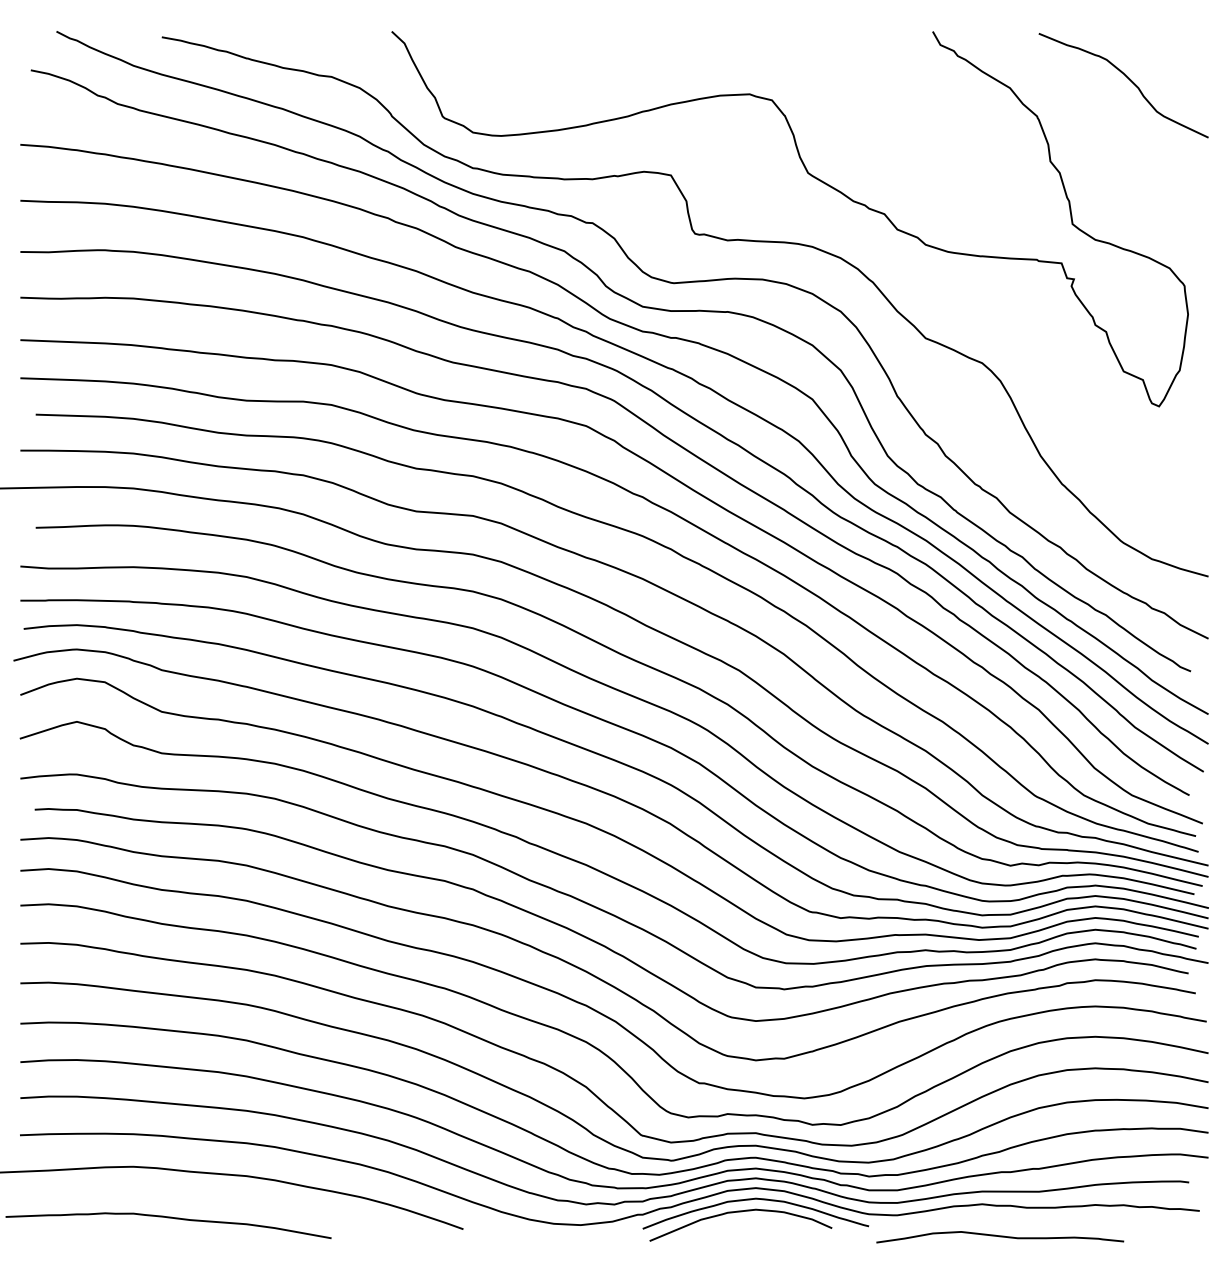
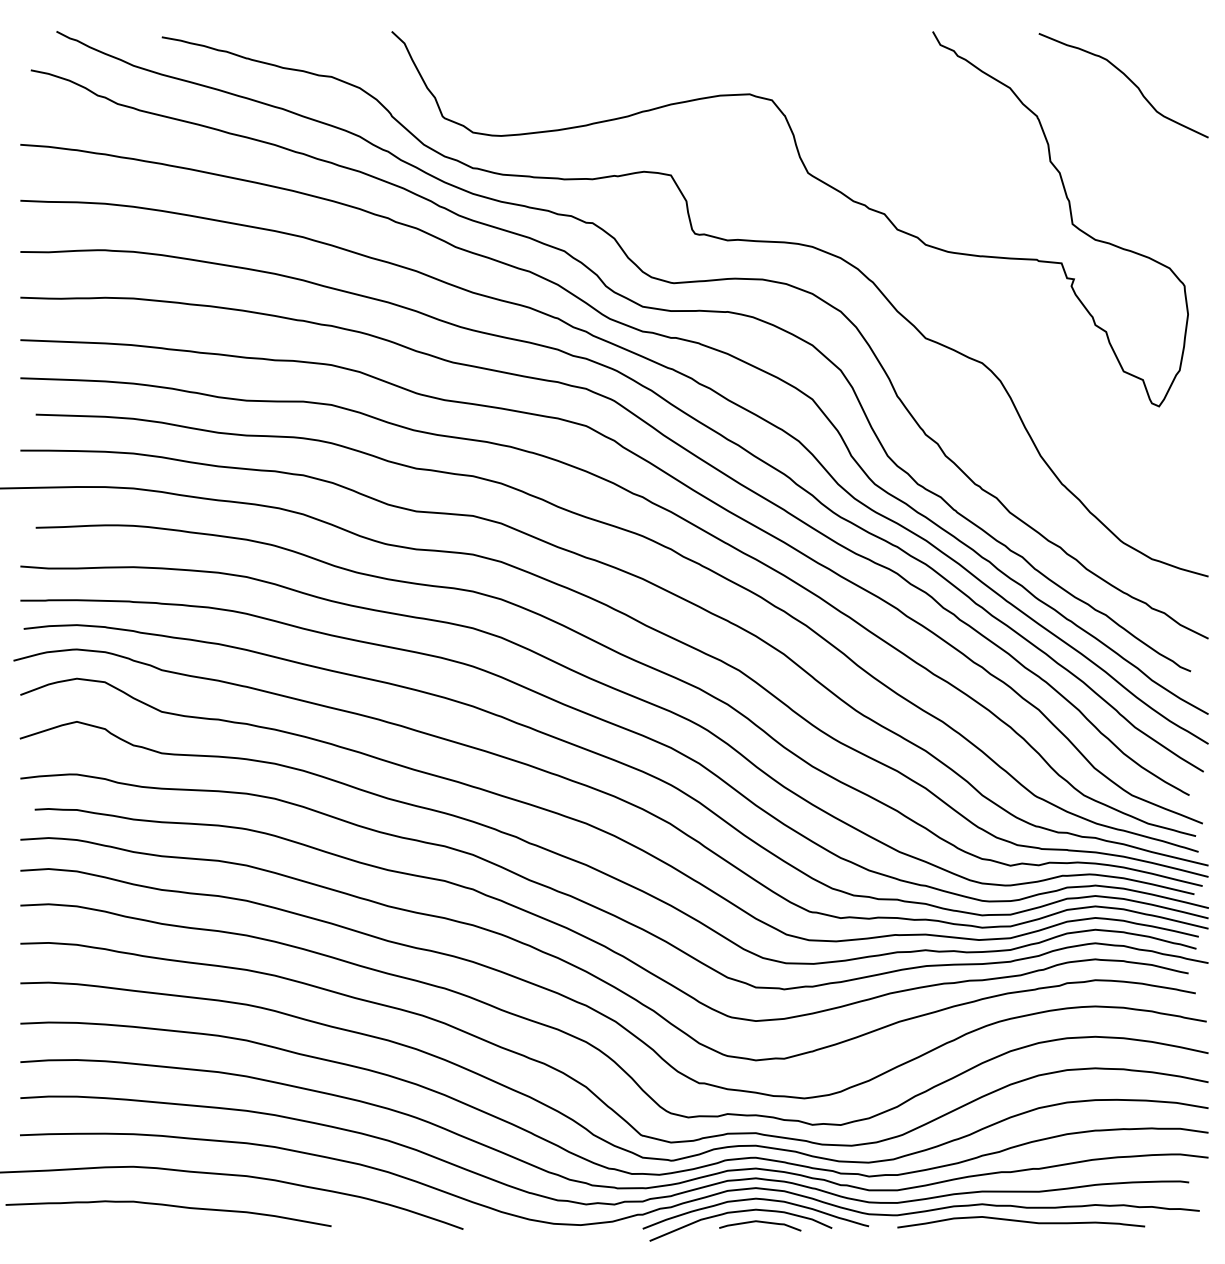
curve at (168, 1218) position: (168, 1218) -> (168, 1206)
curve at (760, 1222): none -> present
curve at (1000, 1237) position: (1000, 1237) -> (1021, 1222)
